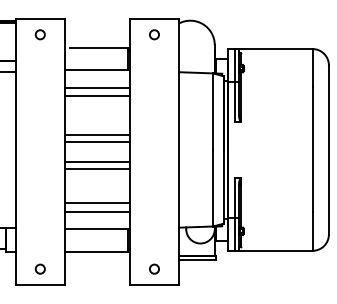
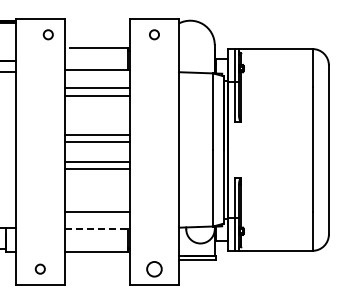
circle at (39, 34) position: (39, 34) -> (47, 34)
line at (97, 203): present -> none
line at (97, 229): solid -> dashed
circle at (154, 268) size: 11x12 px -> 17x17 px
